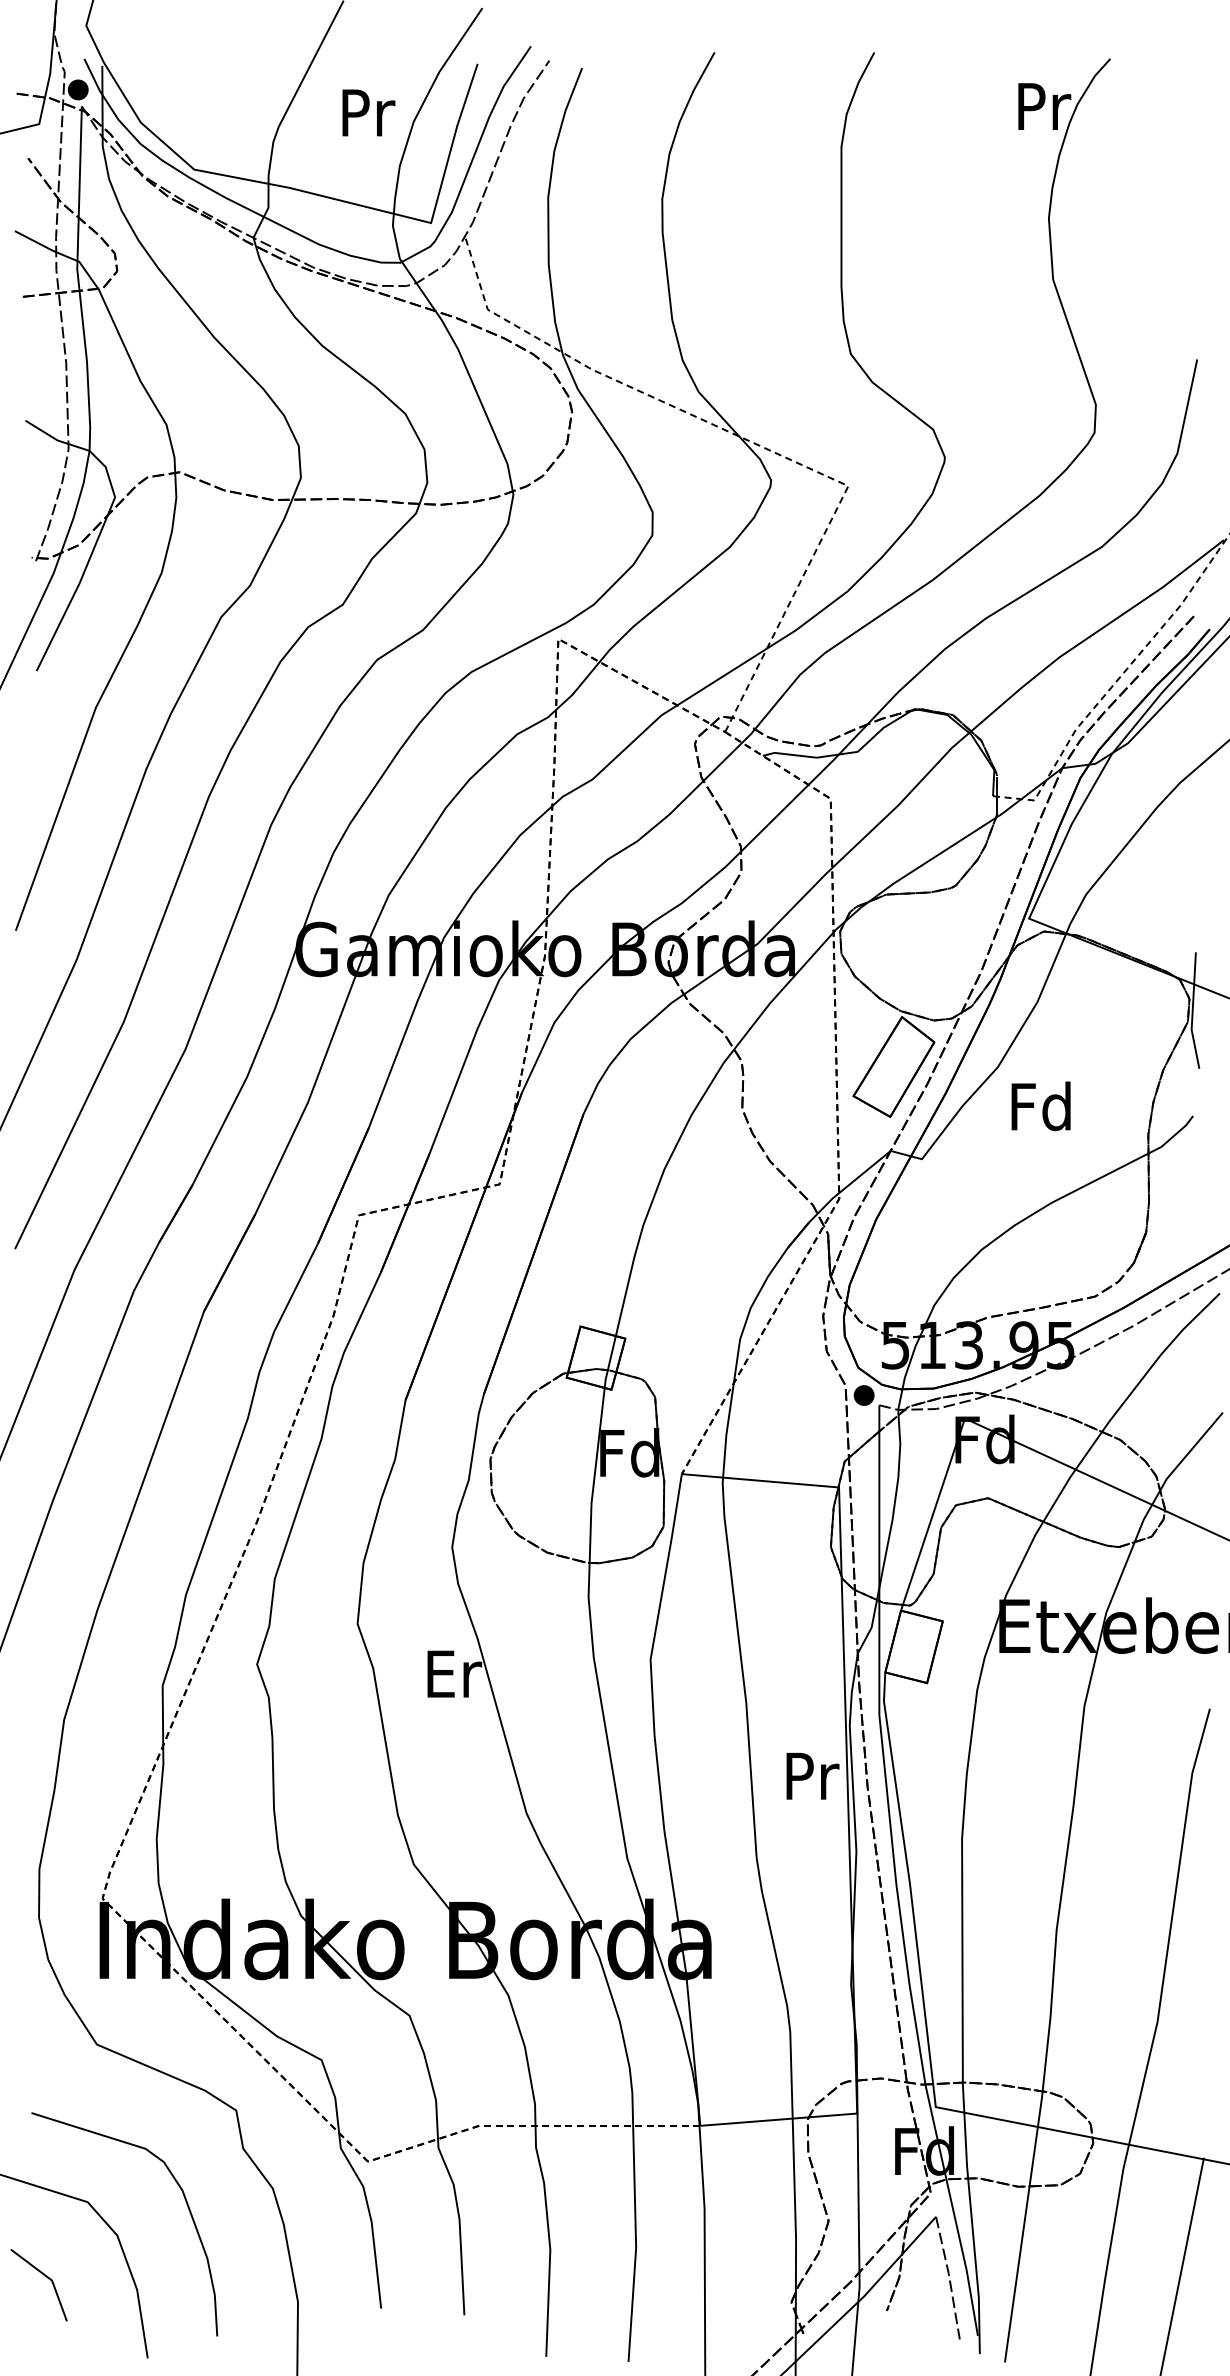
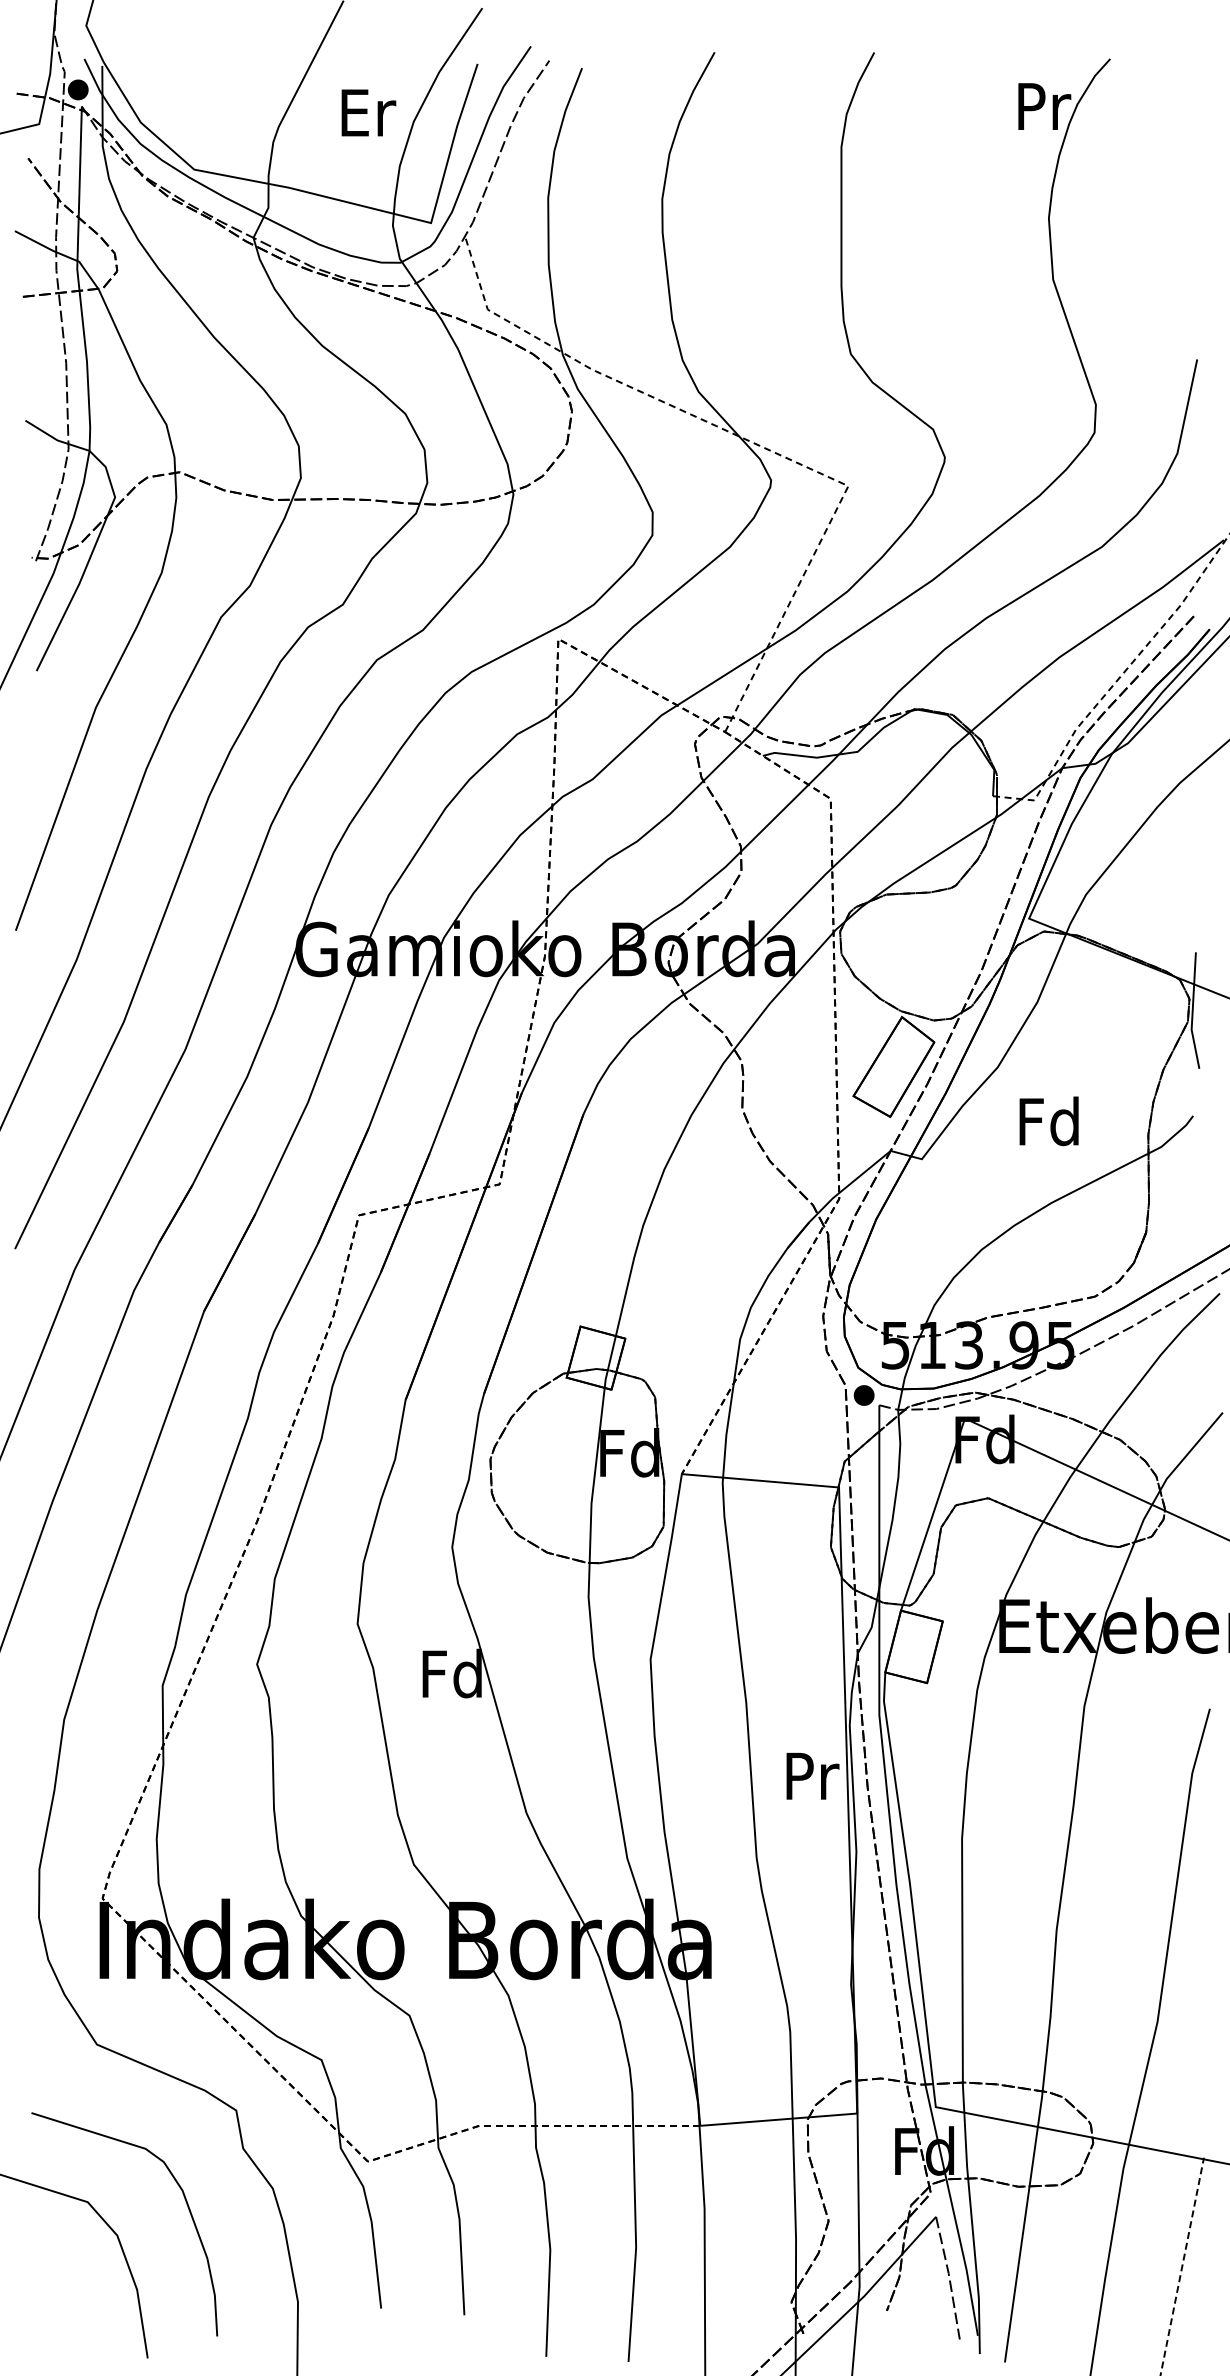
text at (368, 112): Pr -> Er
text at (1040, 1106) position: (1040, 1106) -> (1048, 1121)
text at (452, 1673): Er -> Fd
line at (1182, 2266): solid -> dashed
line at (44, 2276): present -> none
